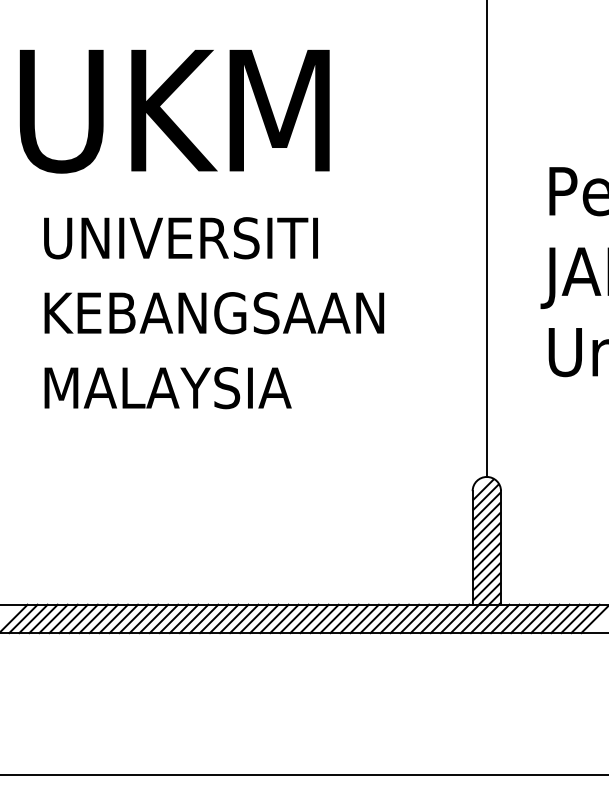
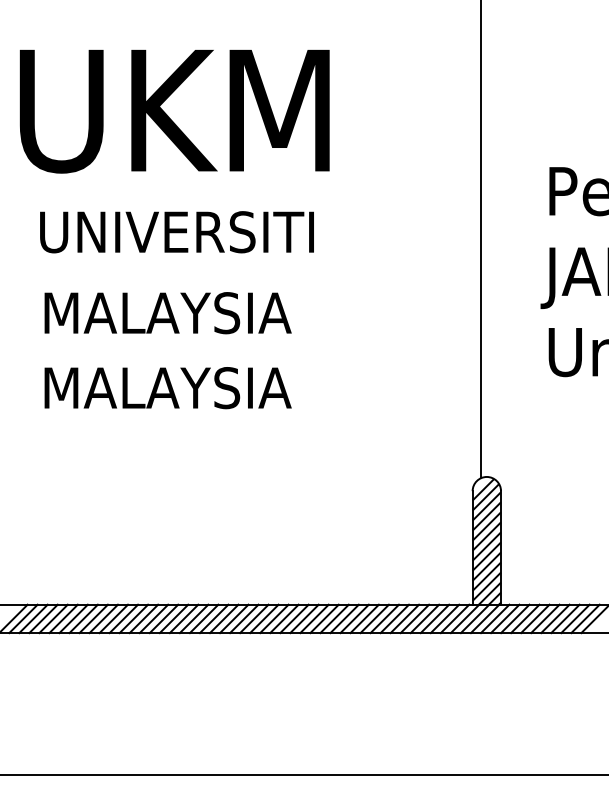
text at (180, 238) position: (180, 238) -> (176, 232)
line at (486, 239) position: (486, 239) -> (480, 239)
text at (216, 313): KEBANGSAAN -> MALAYSIA
